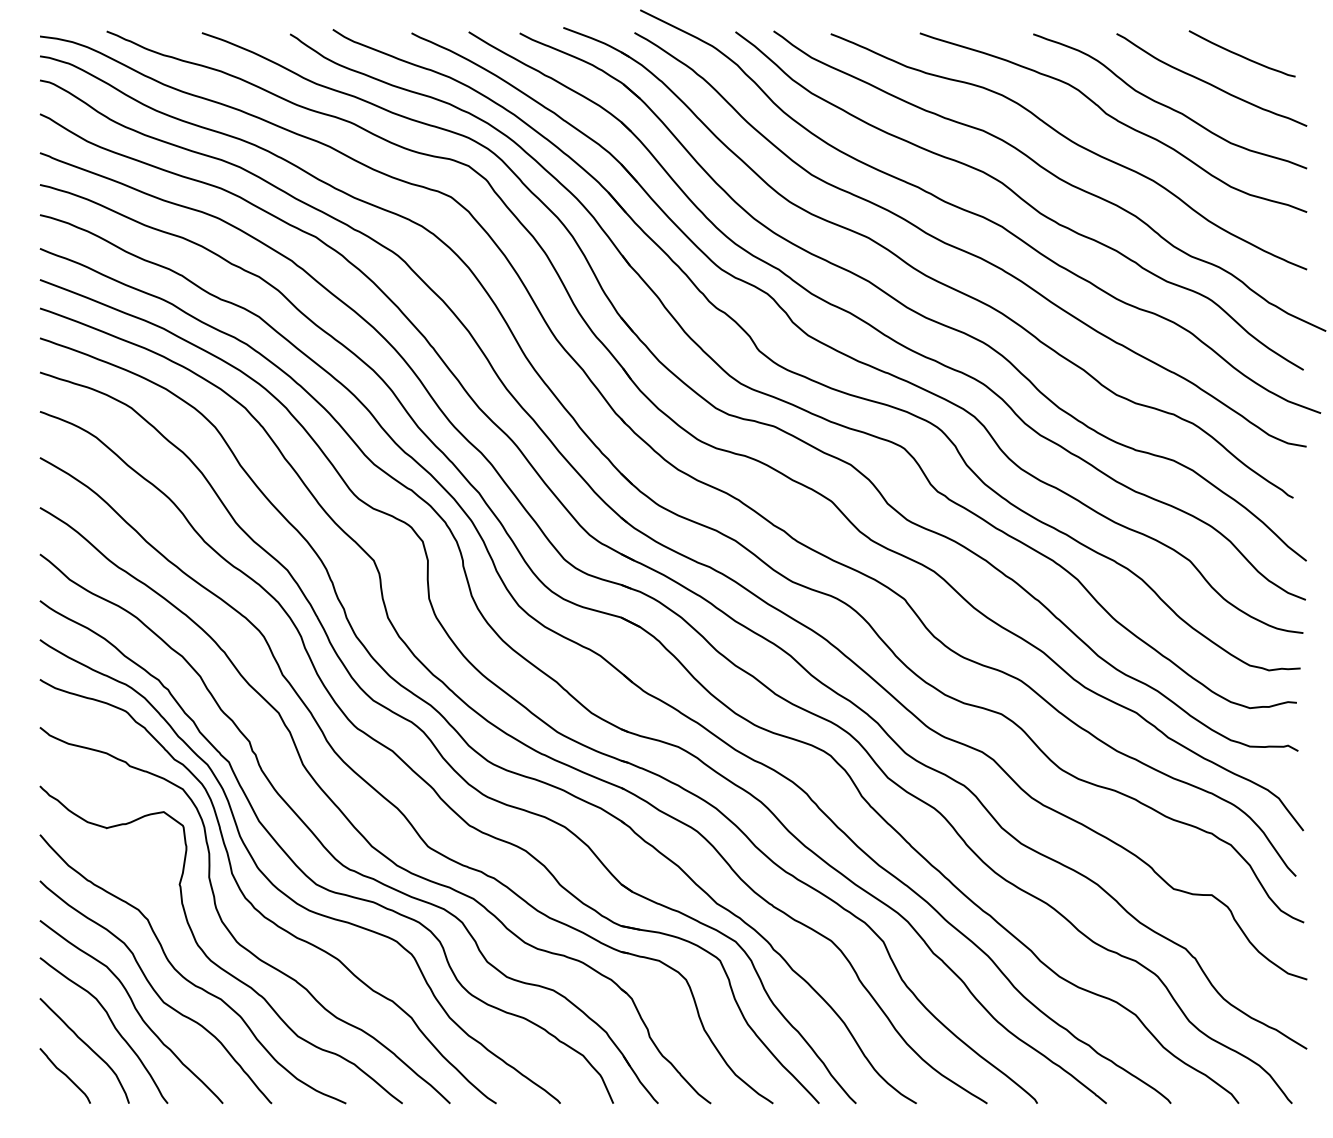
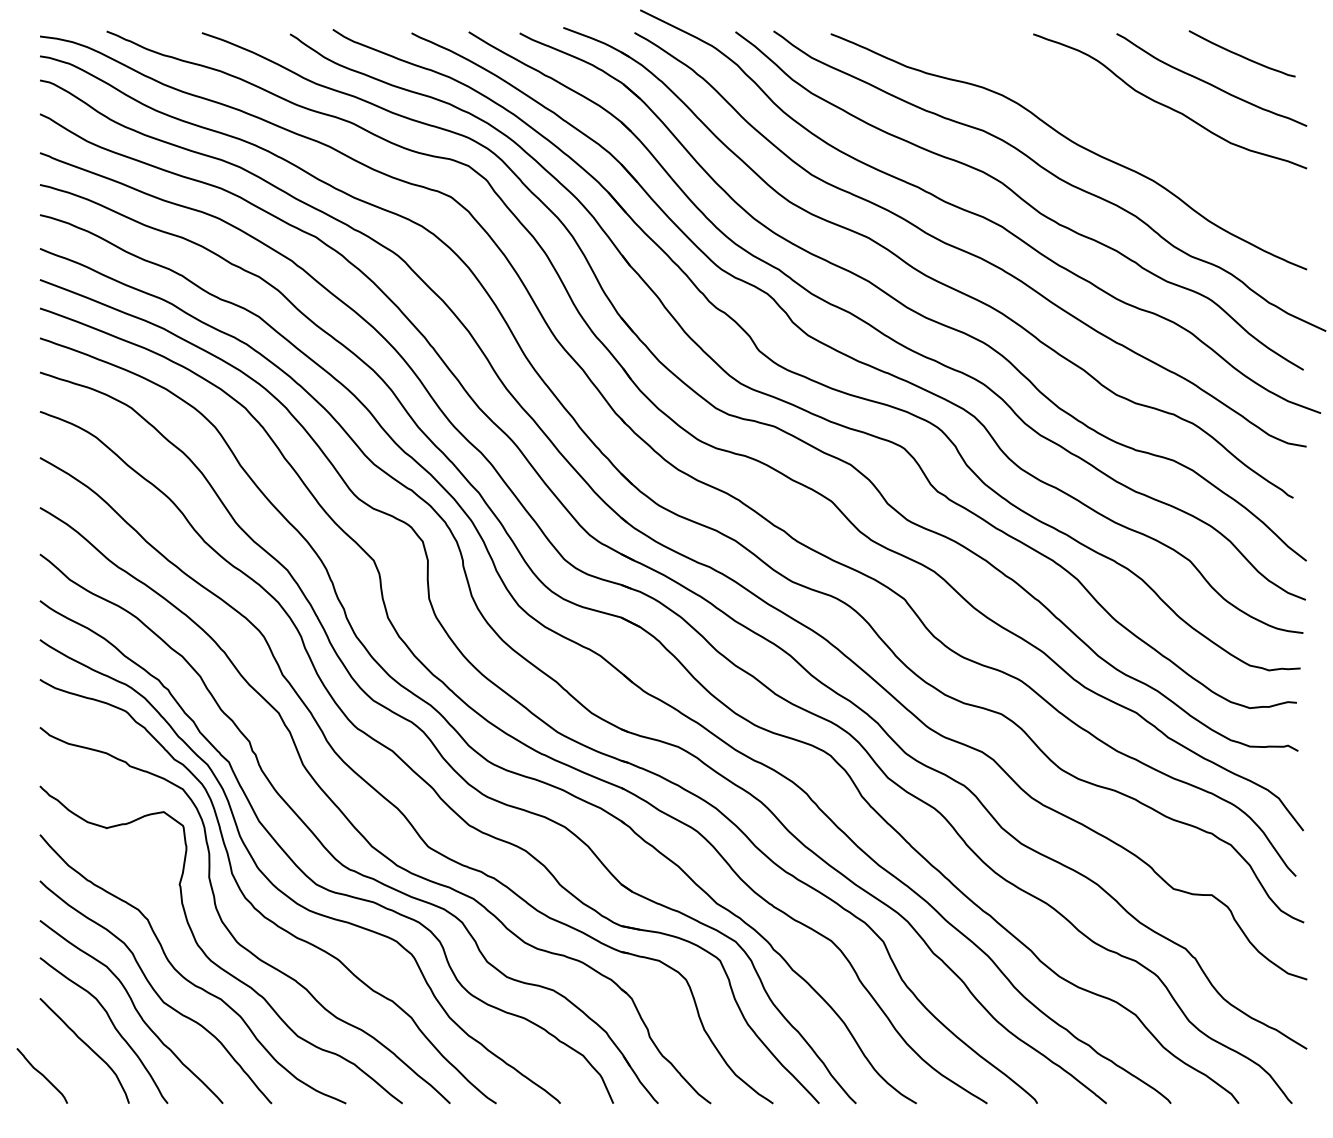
curve at (1115, 120): present -> none
curve at (64, 1075) position: (64, 1075) -> (41, 1075)
